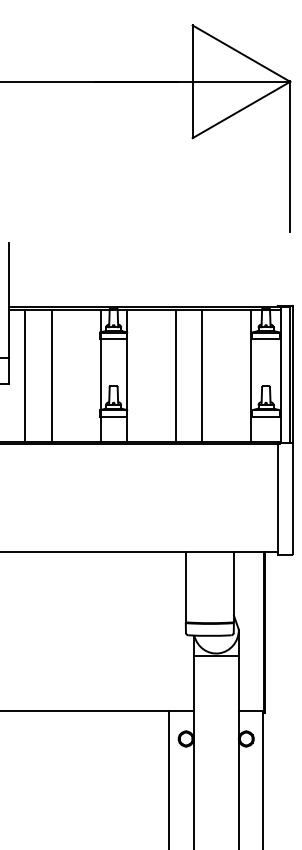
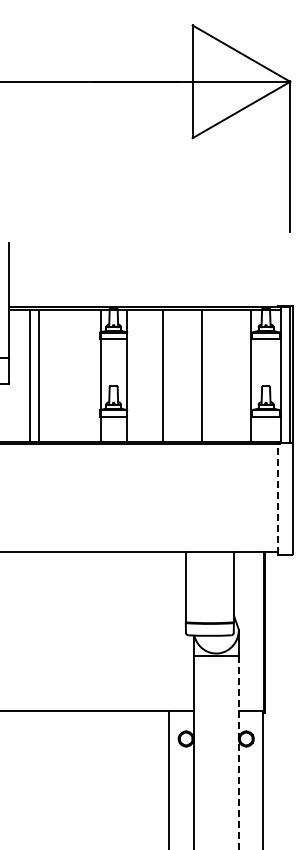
line at (25, 375) position: (25, 375) -> (30, 375)
line at (51, 375) position: (51, 375) -> (38, 375)
line at (175, 375) position: (175, 375) -> (162, 375)
line at (277, 498): solid -> dashed
line at (238, 752): solid -> dashed
